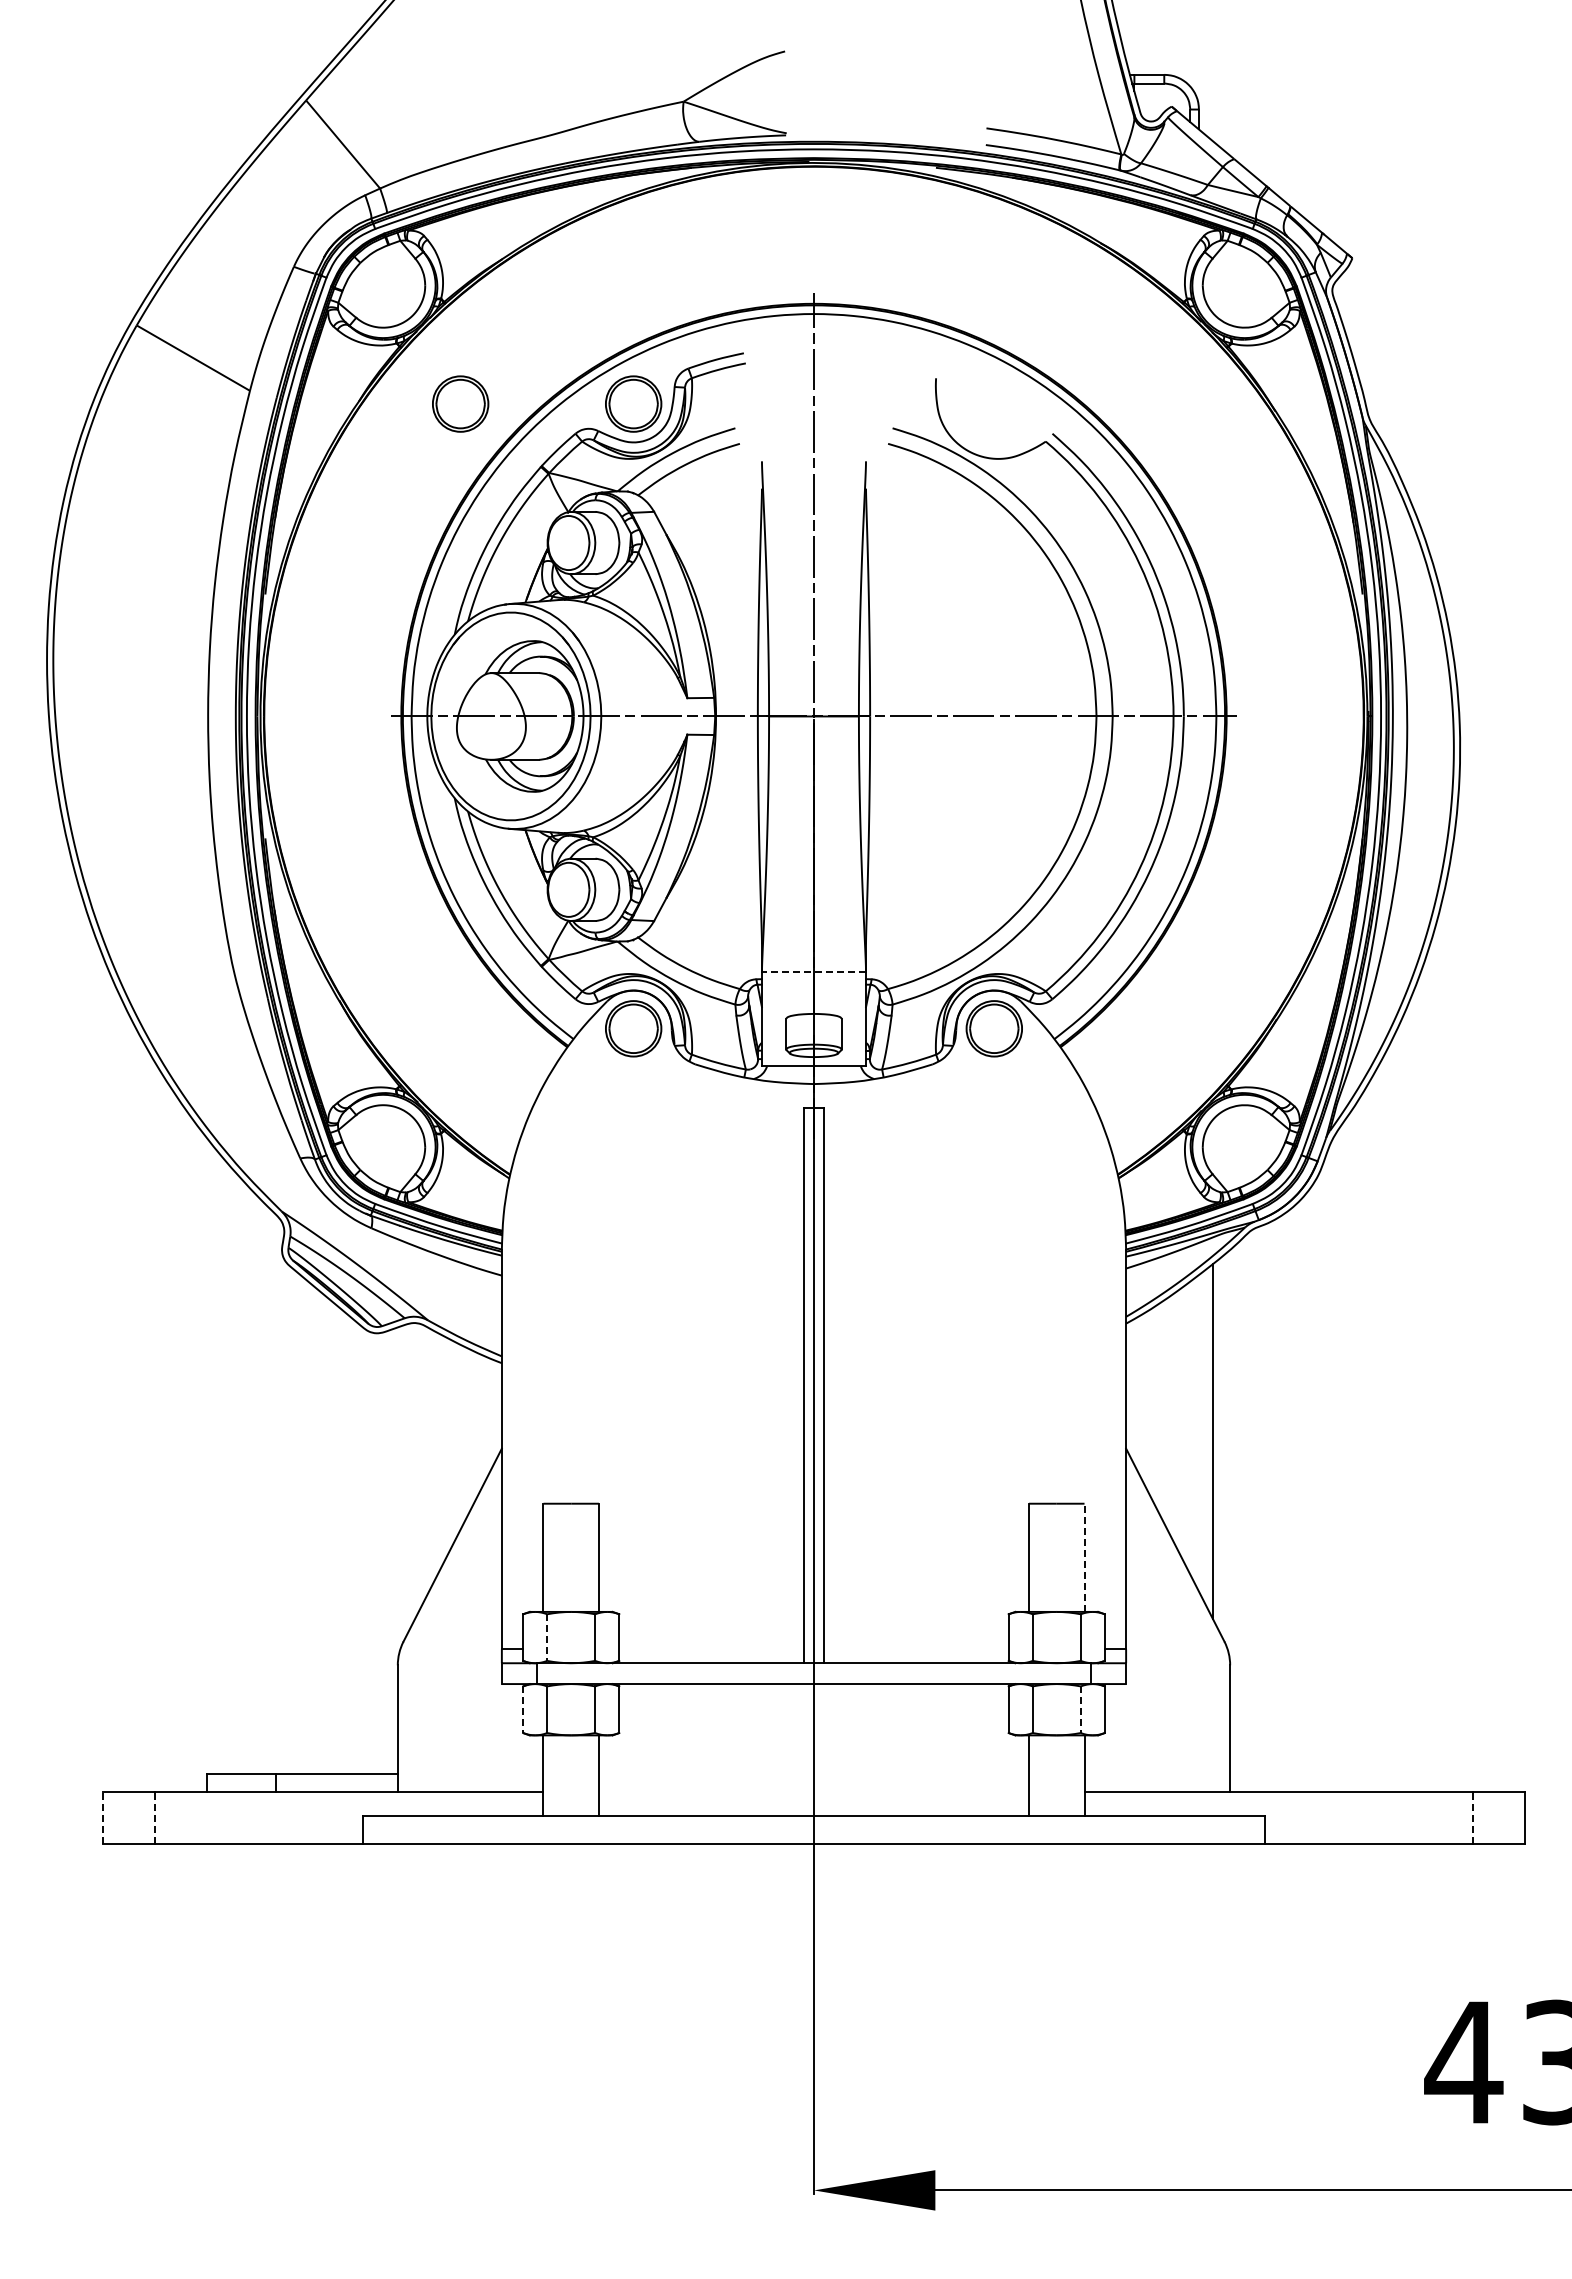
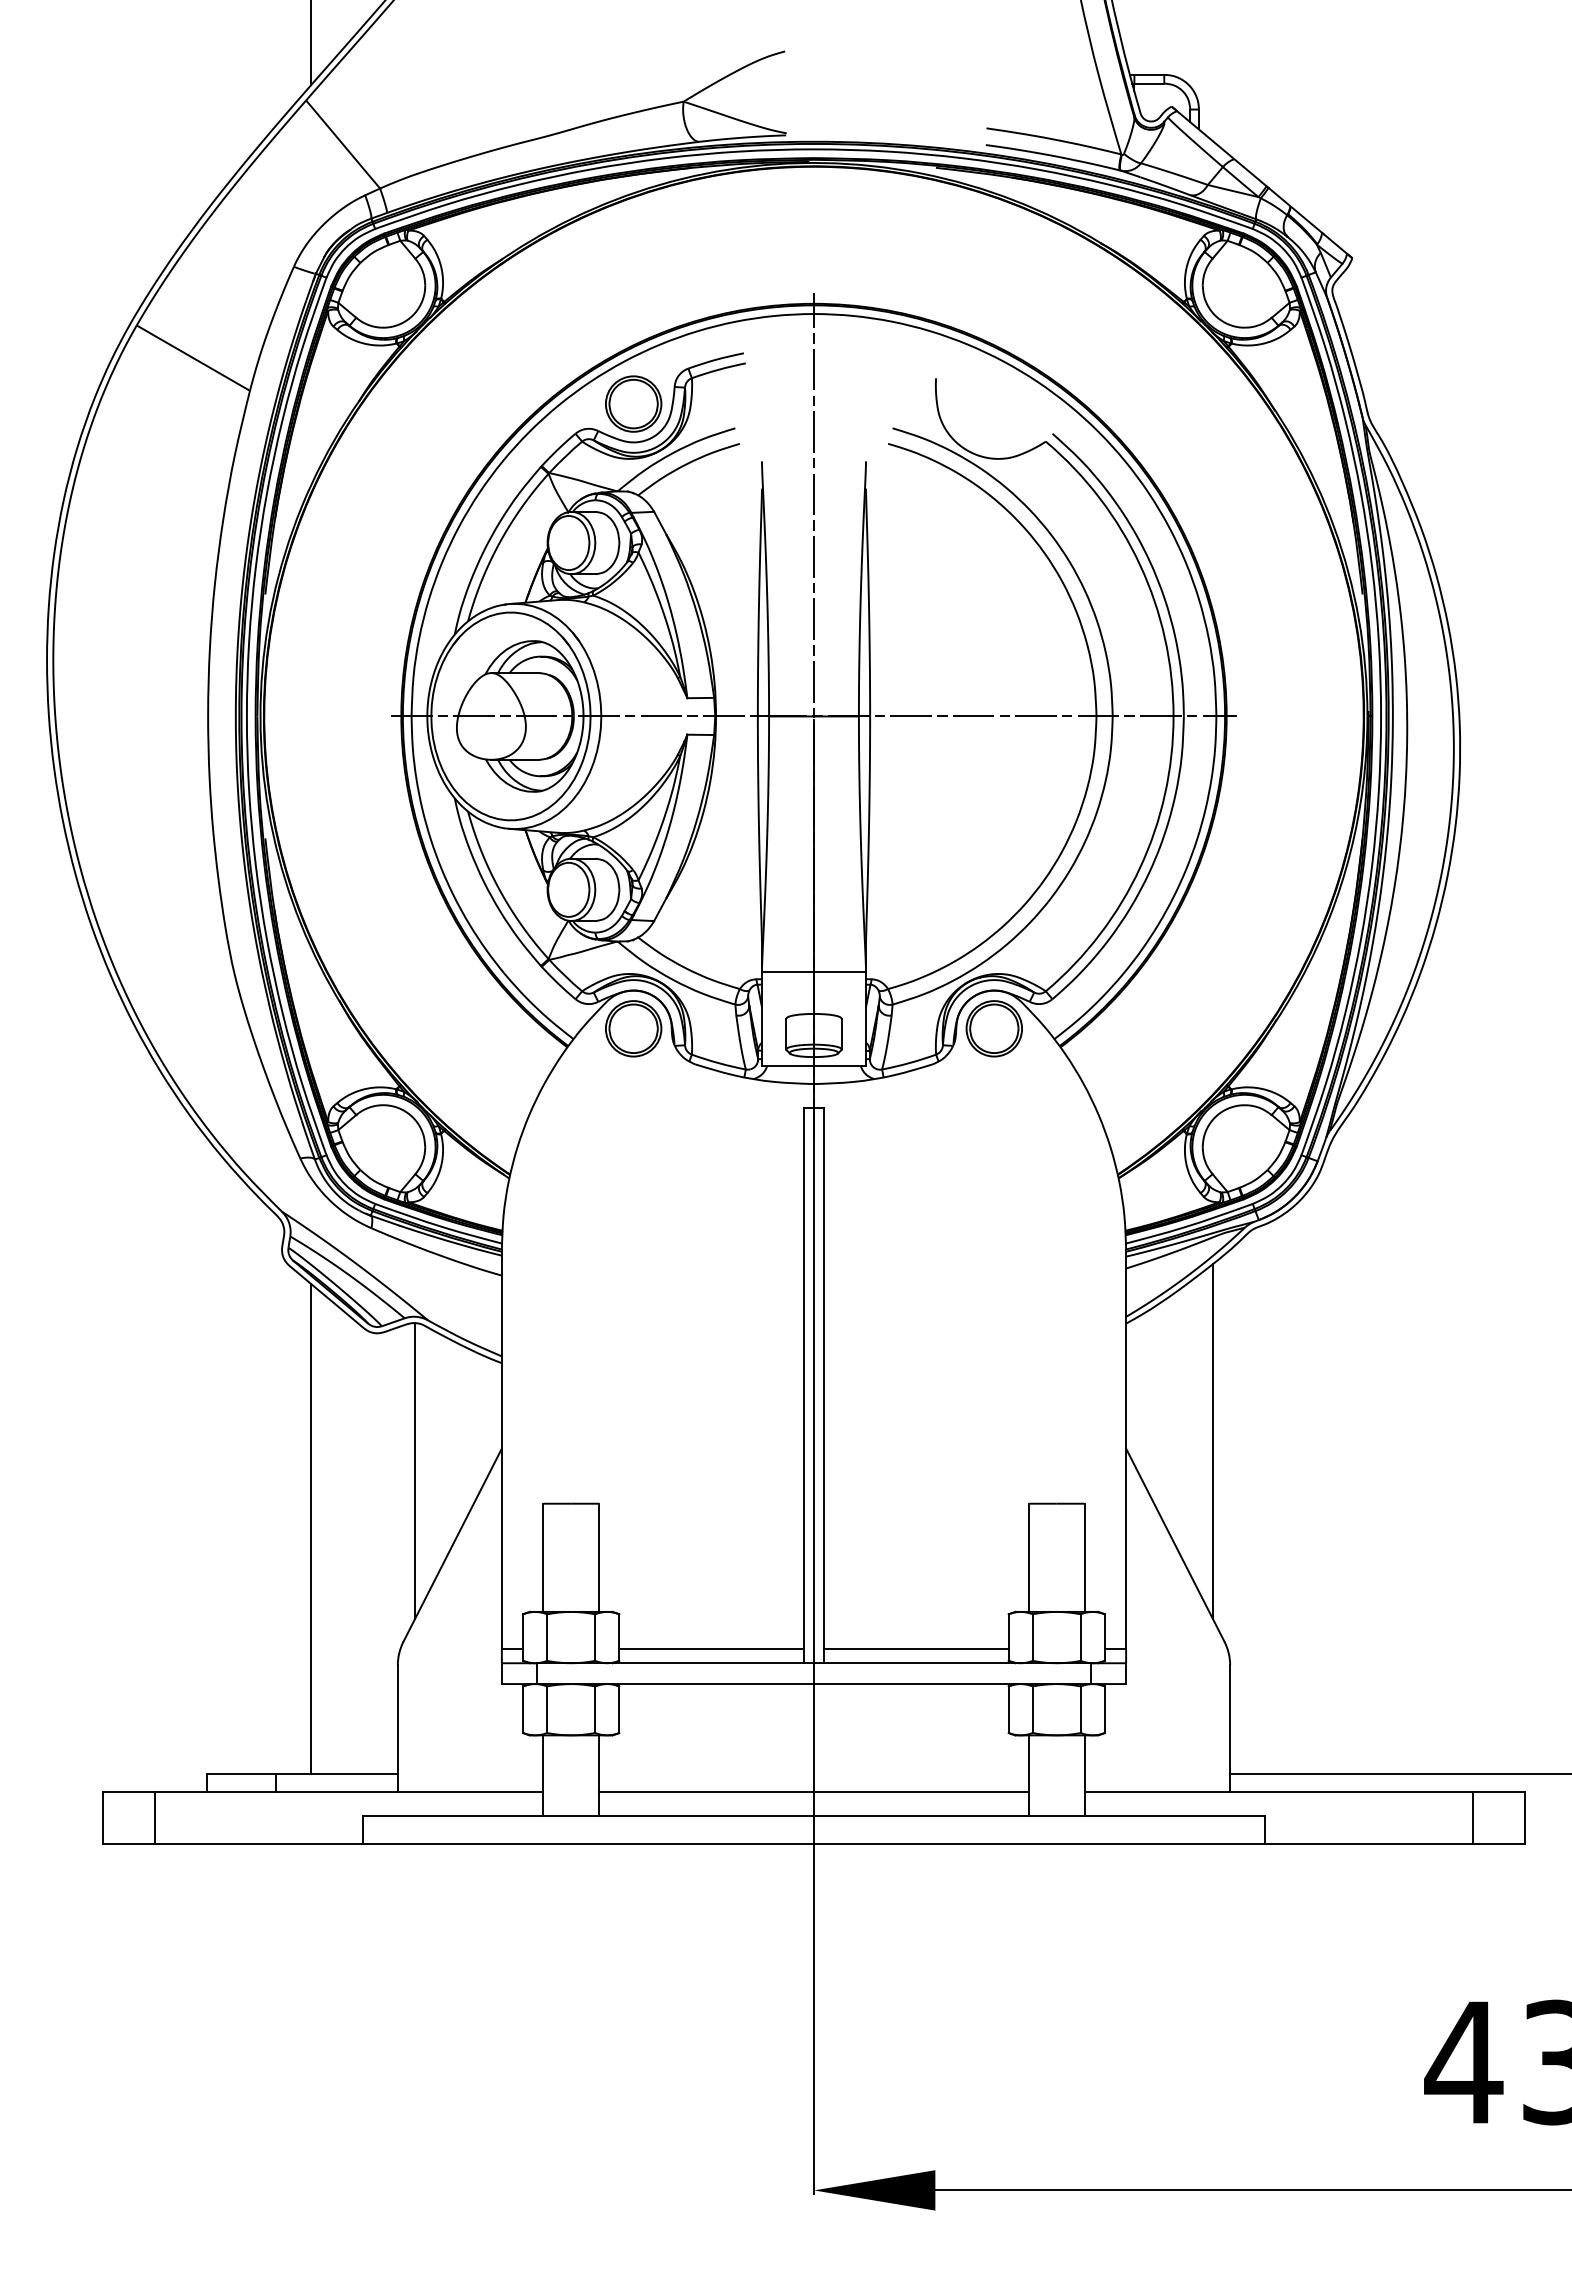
line at (311, 43): none -> present
part at (460, 403): present -> none
line at (813, 971): dashed -> solid
line at (415, 1470): none -> present
line at (311, 1528): none -> present
line at (1084, 1557): dashed -> solid
line at (547, 1638): dashed -> solid
line at (711, 1649): none -> present
line at (916, 1649): none -> present
line at (523, 1710): dashed -> solid
line at (1080, 1710): dashed -> solid
line at (1399, 1774): none -> present
line at (813, 1791): none -> present
line at (103, 1817): dashed -> solid
line at (155, 1817): dashed -> solid
line at (1472, 1817): dashed -> solid
